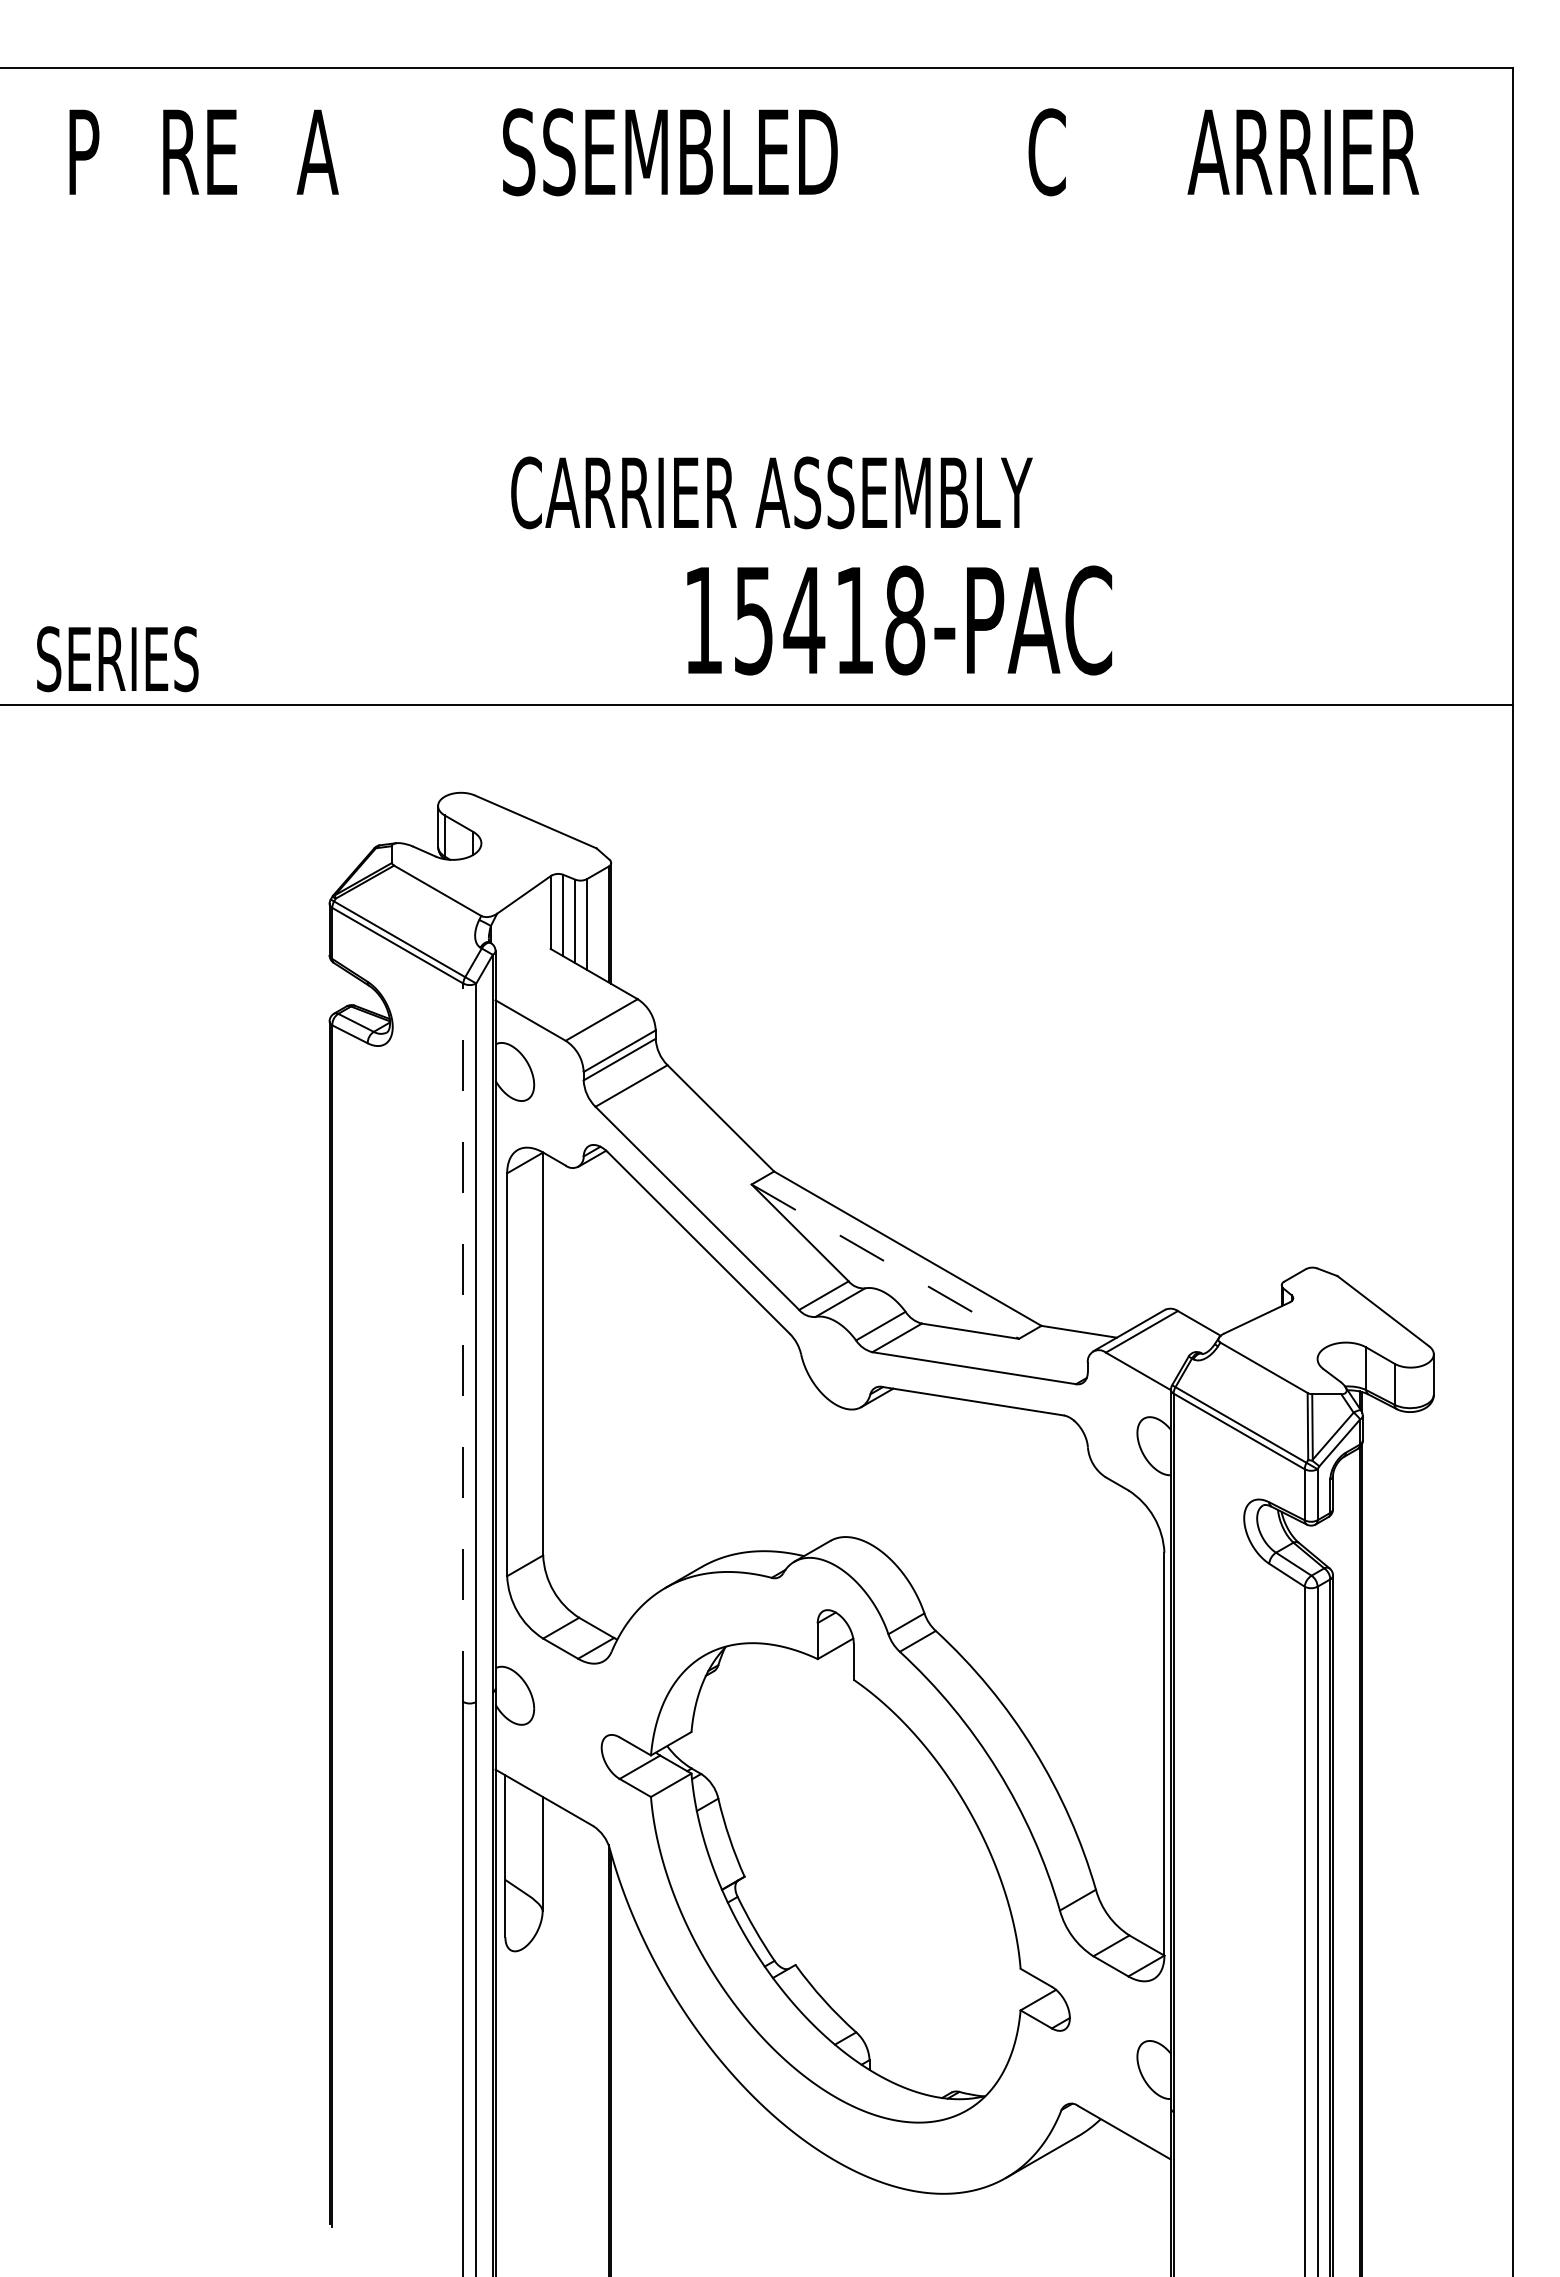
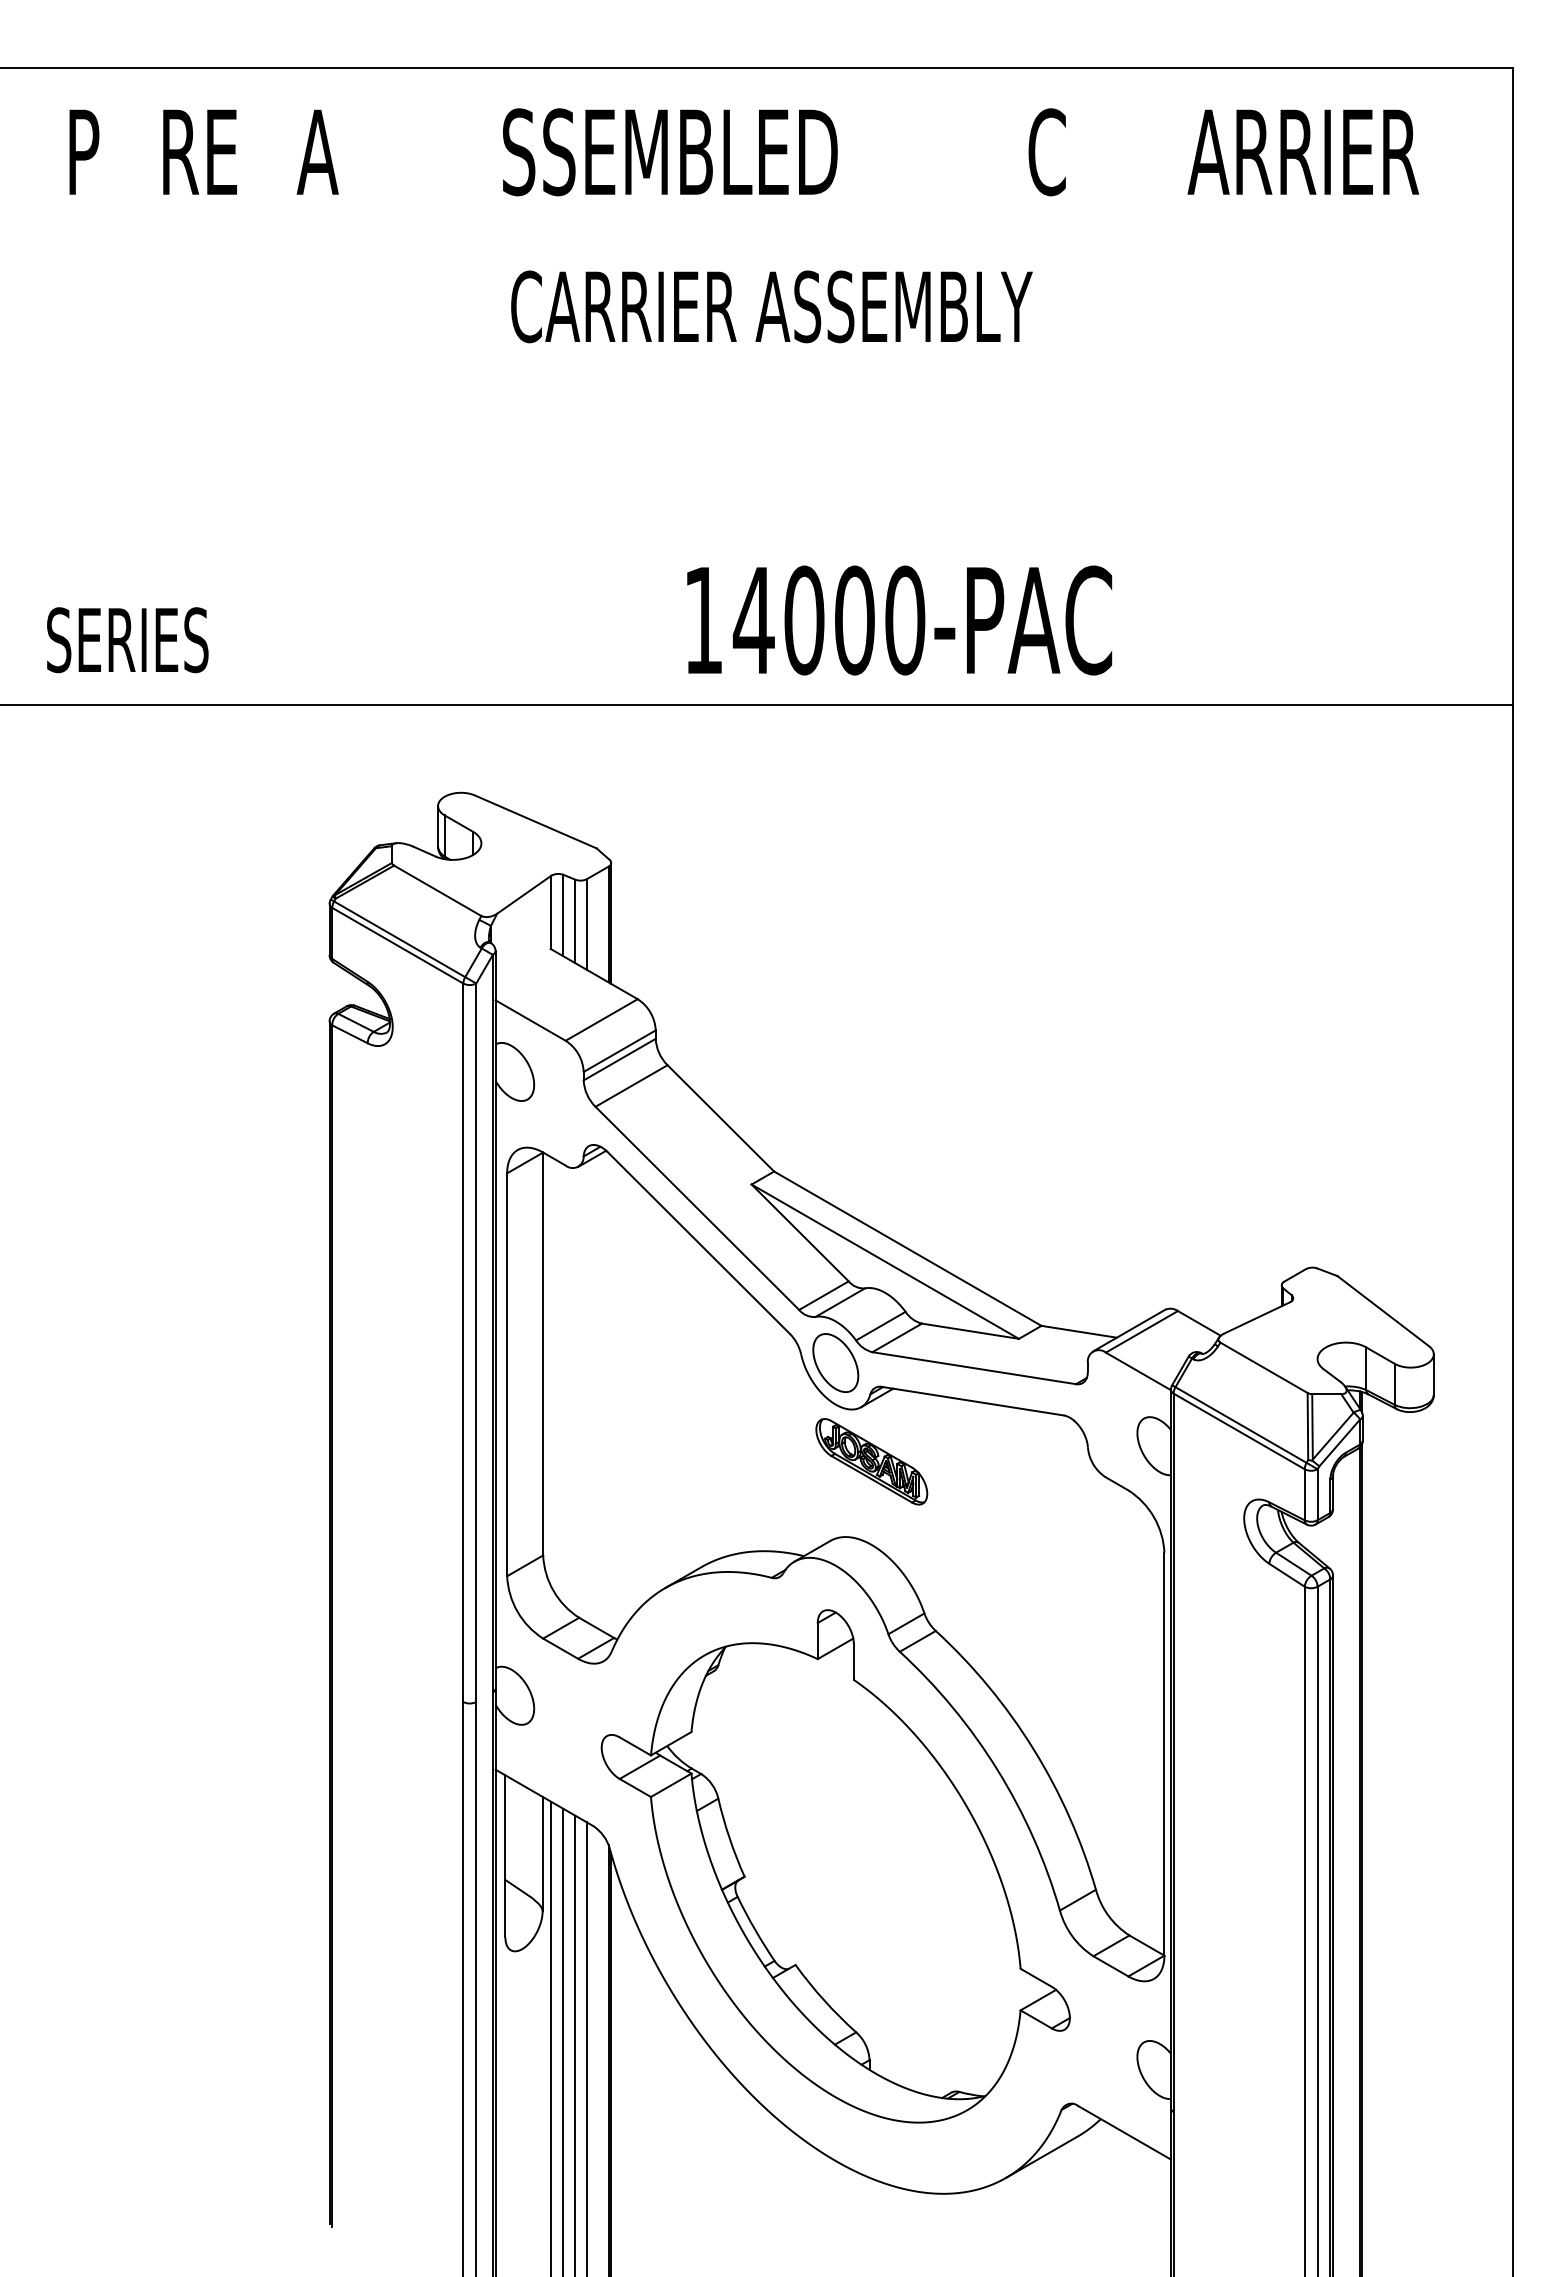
text at (771, 492) position: (771, 492) -> (771, 306)
text at (828, 620): 15418-PAC -> 14000-PAC
text at (117, 659) position: (117, 659) -> (127, 640)
line at (885, 1261): dashed -> solid
line at (463, 1342): dashed -> solid
part at (835, 1362): none -> present
part at (871, 1461): none -> present
line at (551, 2037): none -> present
line at (563, 2040): none -> present
line at (575, 2044): none -> present
line at (587, 2047): none -> present
